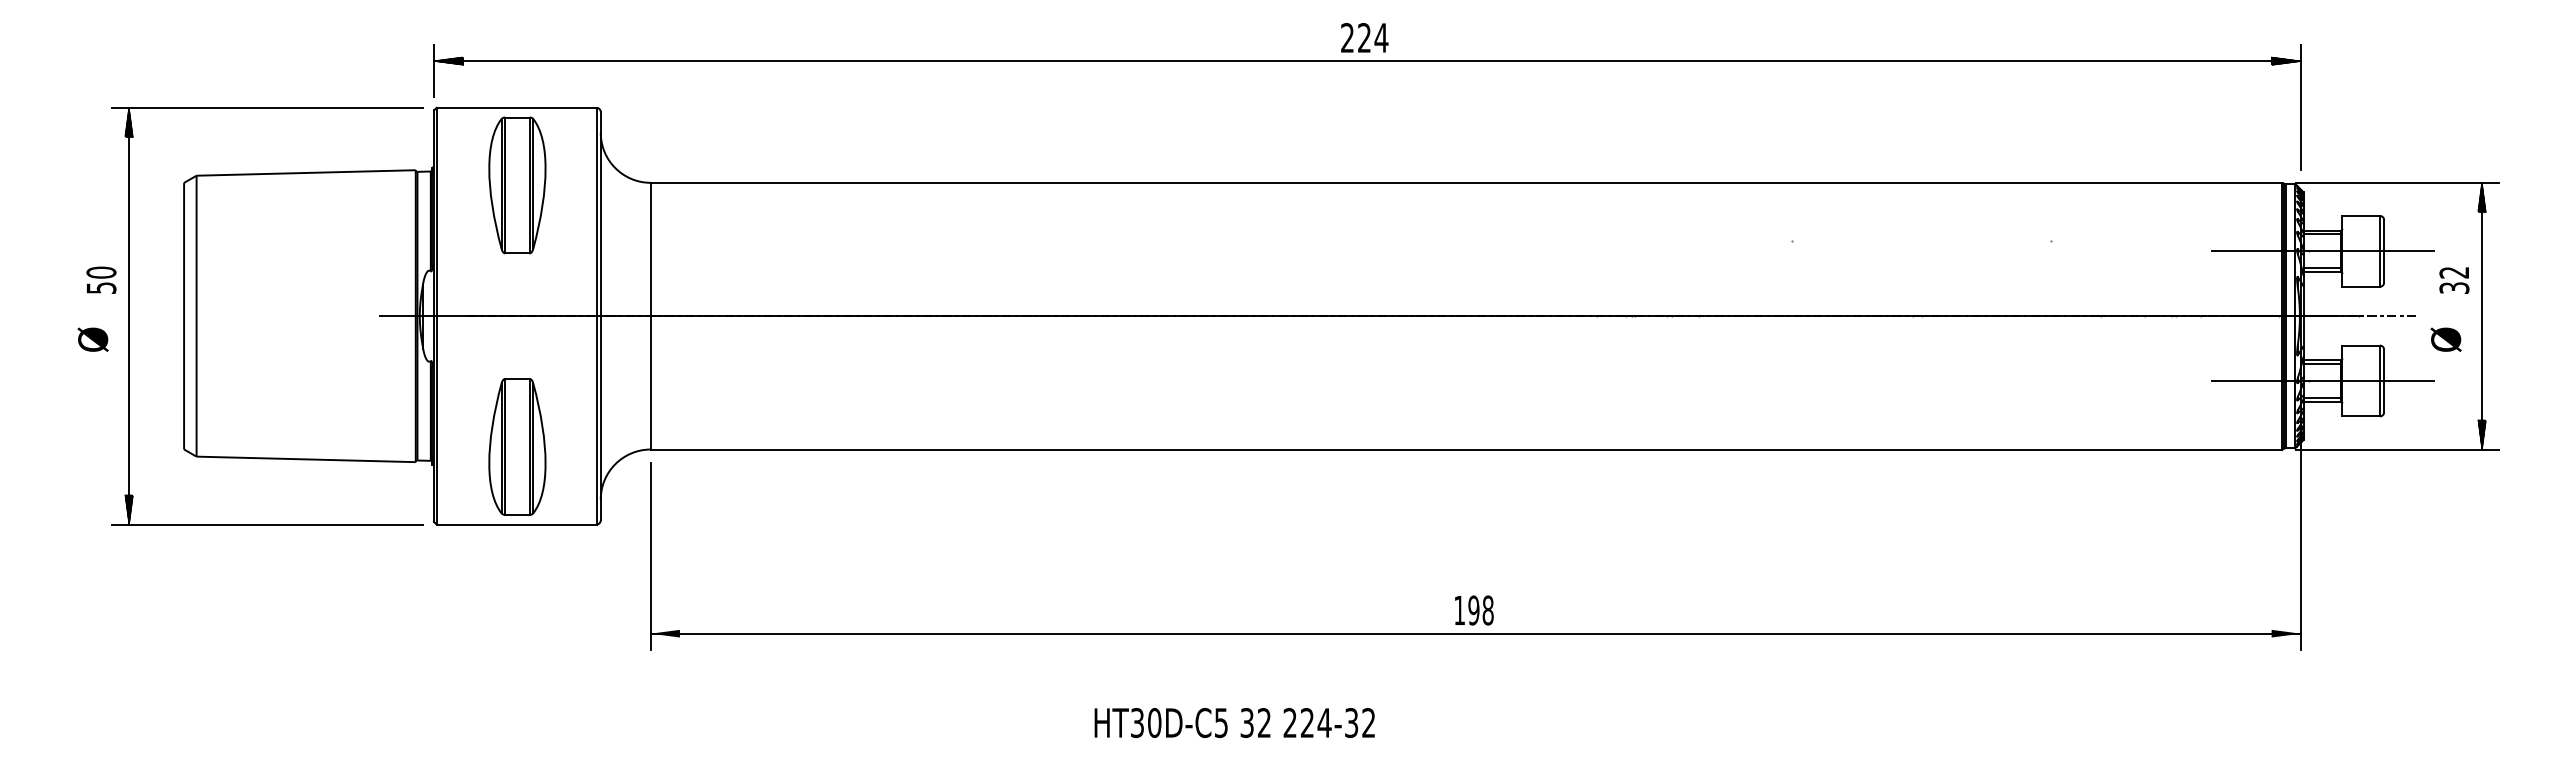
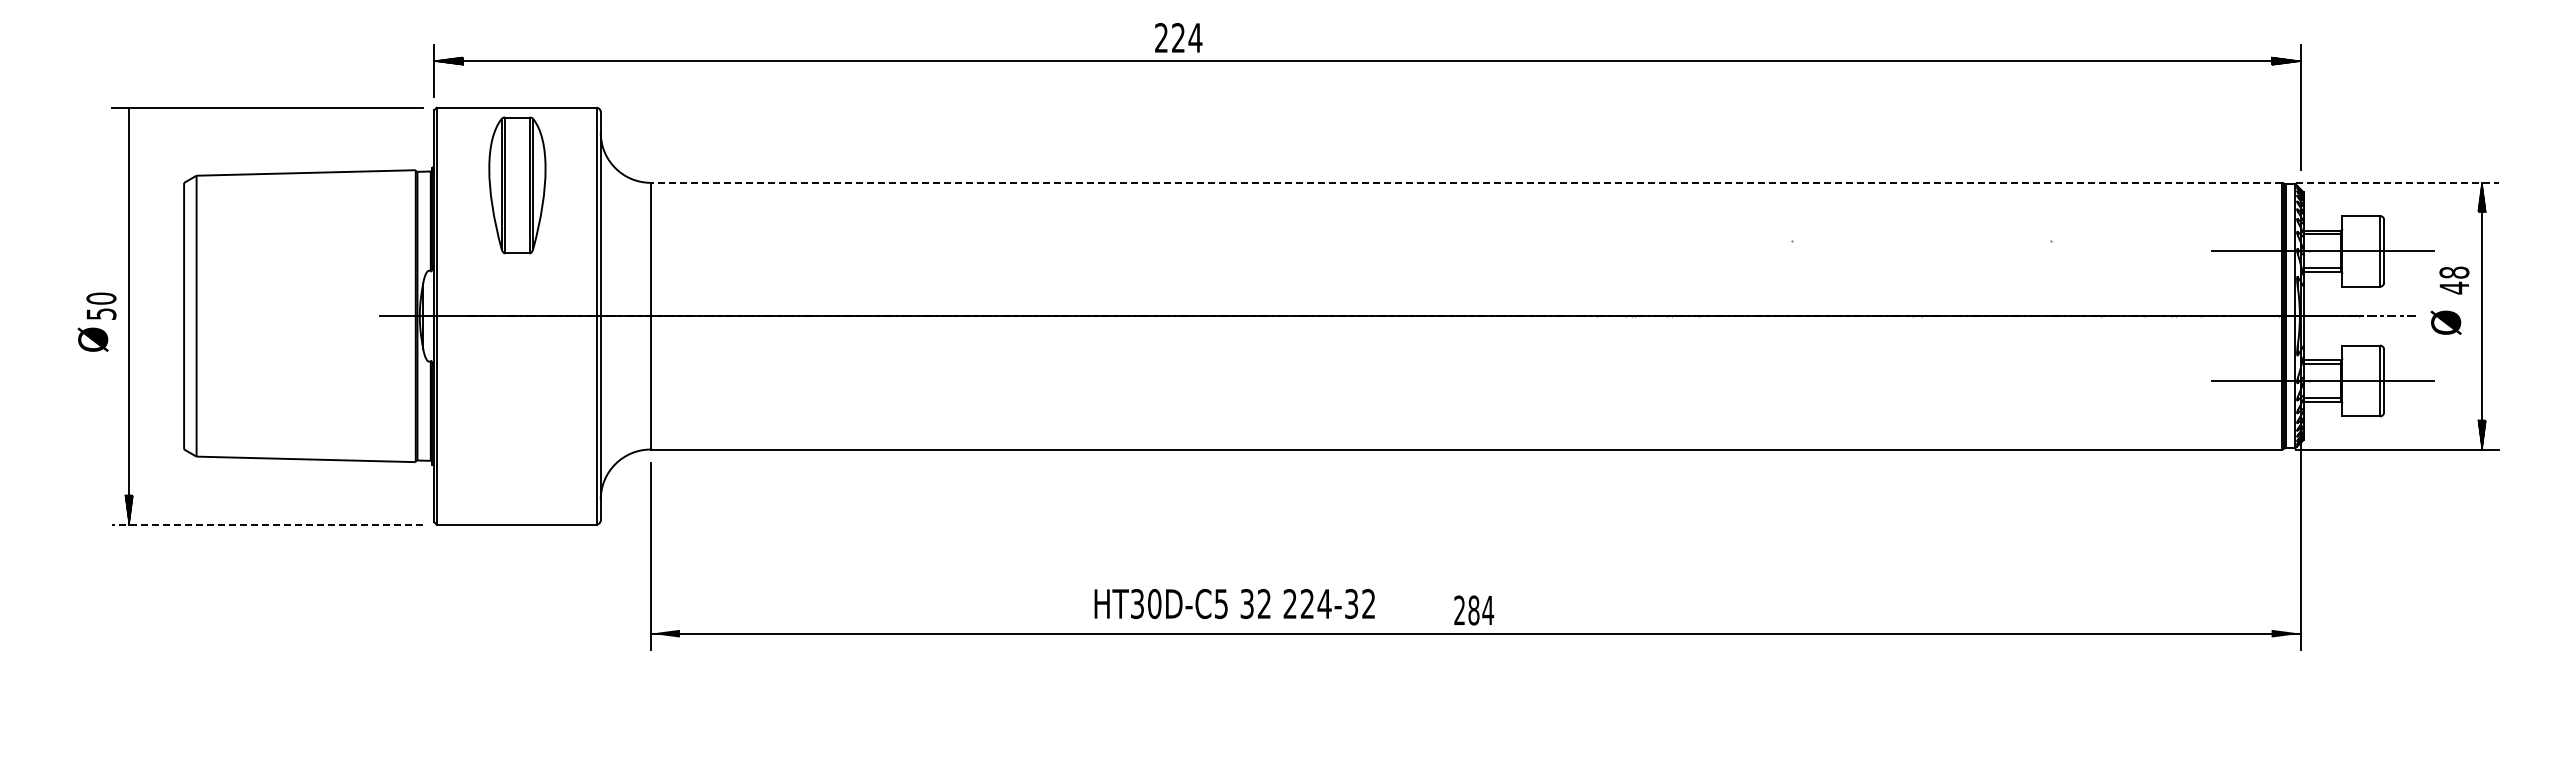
text at (1364, 37) position: (1364, 37) -> (1178, 37)
hatch at (128, 122): present -> none
line at (1466, 182): solid -> dashed
line at (2397, 182): solid -> dashed
text at (101, 279) position: (101, 279) -> (101, 305)
text at (2454, 280): 32 -> 48
text at (2445, 339) position: (2445, 339) -> (2445, 322)
part at (517, 446): present -> none
line at (267, 524): solid -> dashed
text at (1474, 610): 198 -> 284
text at (1234, 723) position: (1234, 723) -> (1234, 604)
